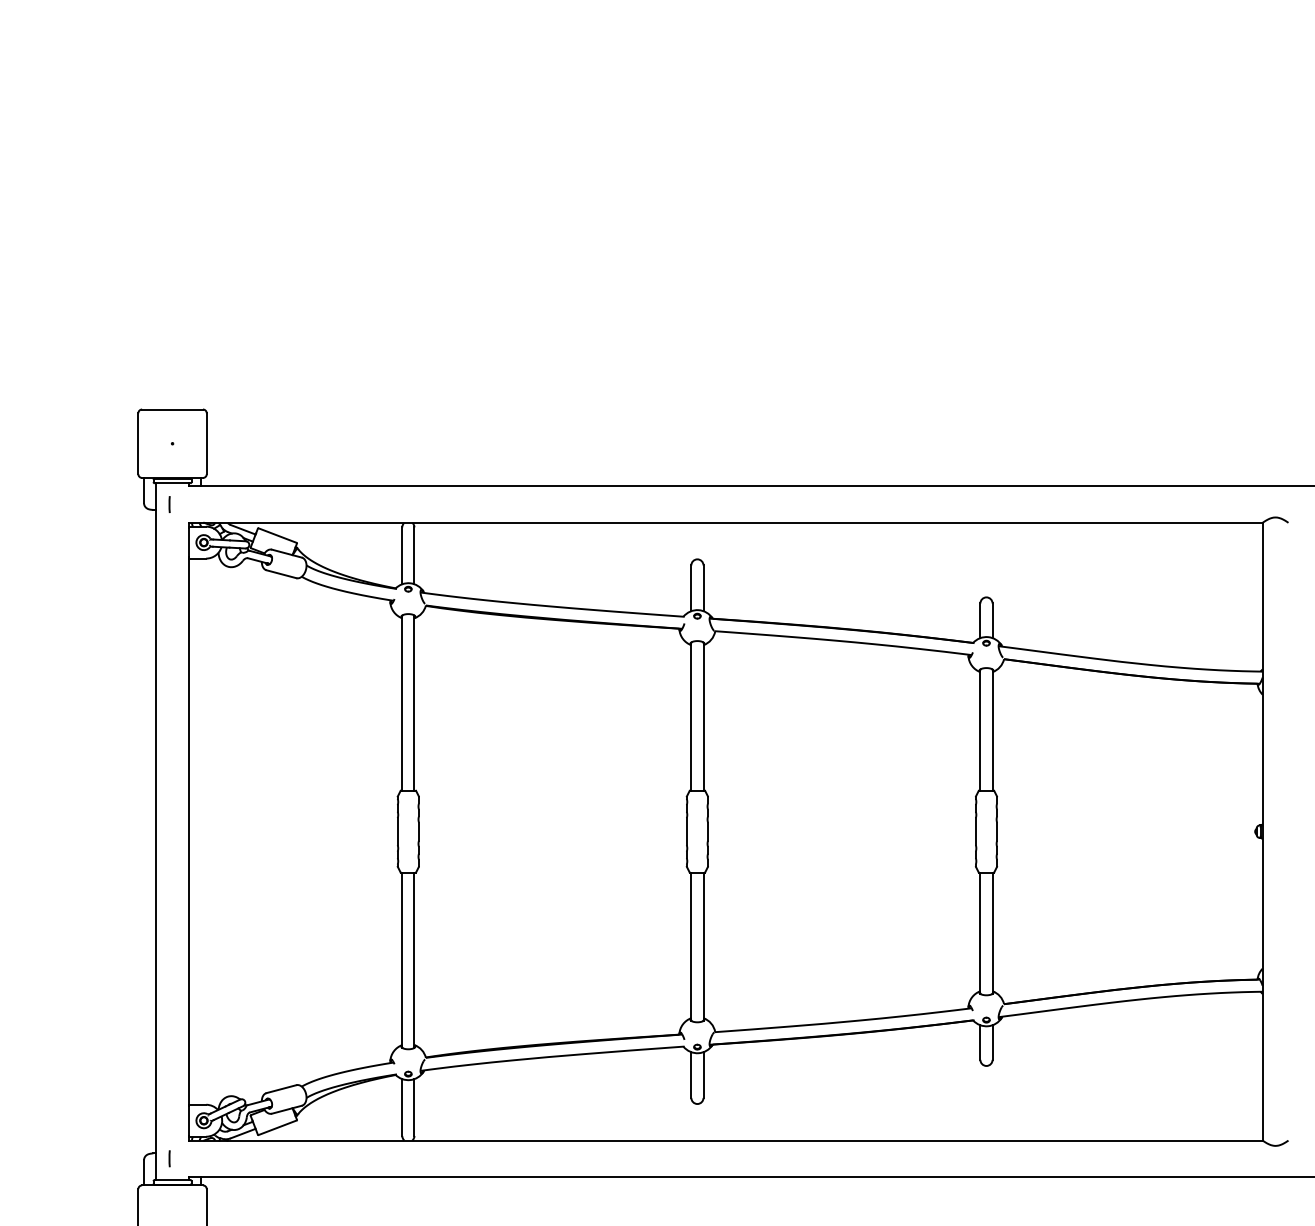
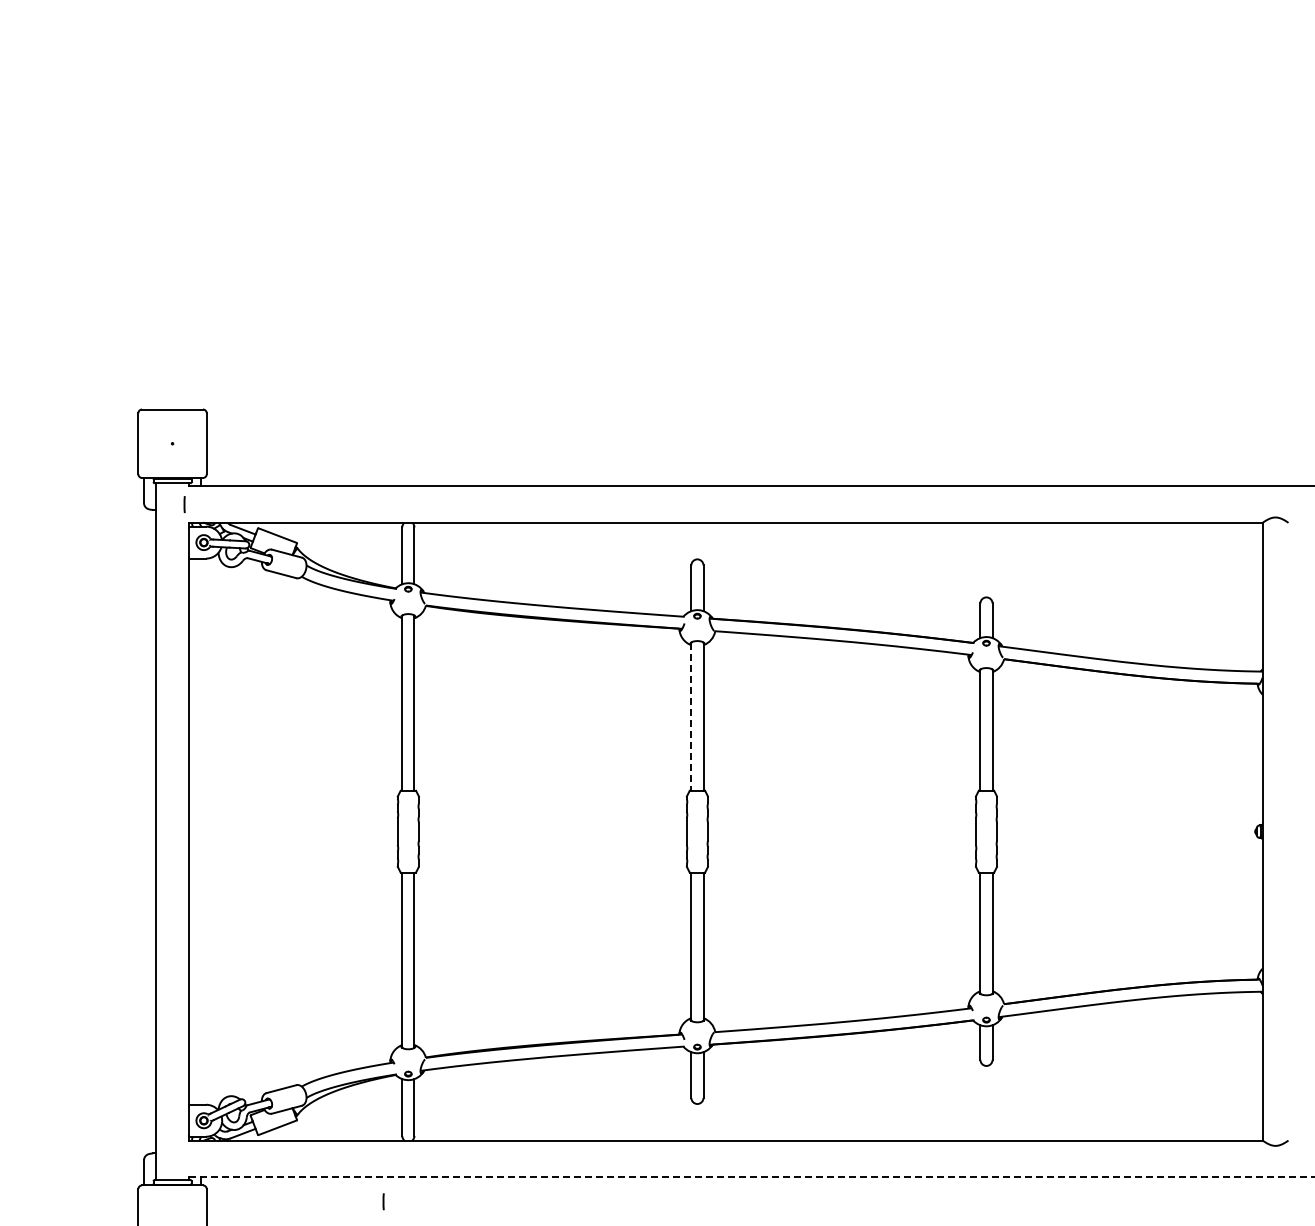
line at (169, 504) position: (169, 504) -> (184, 504)
line at (691, 716): solid -> dashed
line at (169, 1158) position: (169, 1158) -> (383, 1201)
line at (751, 1177): solid -> dashed
